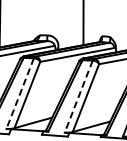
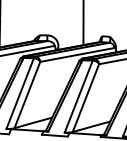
line at (20, 93): dashed -> solid
line at (78, 96): dashed -> solid
